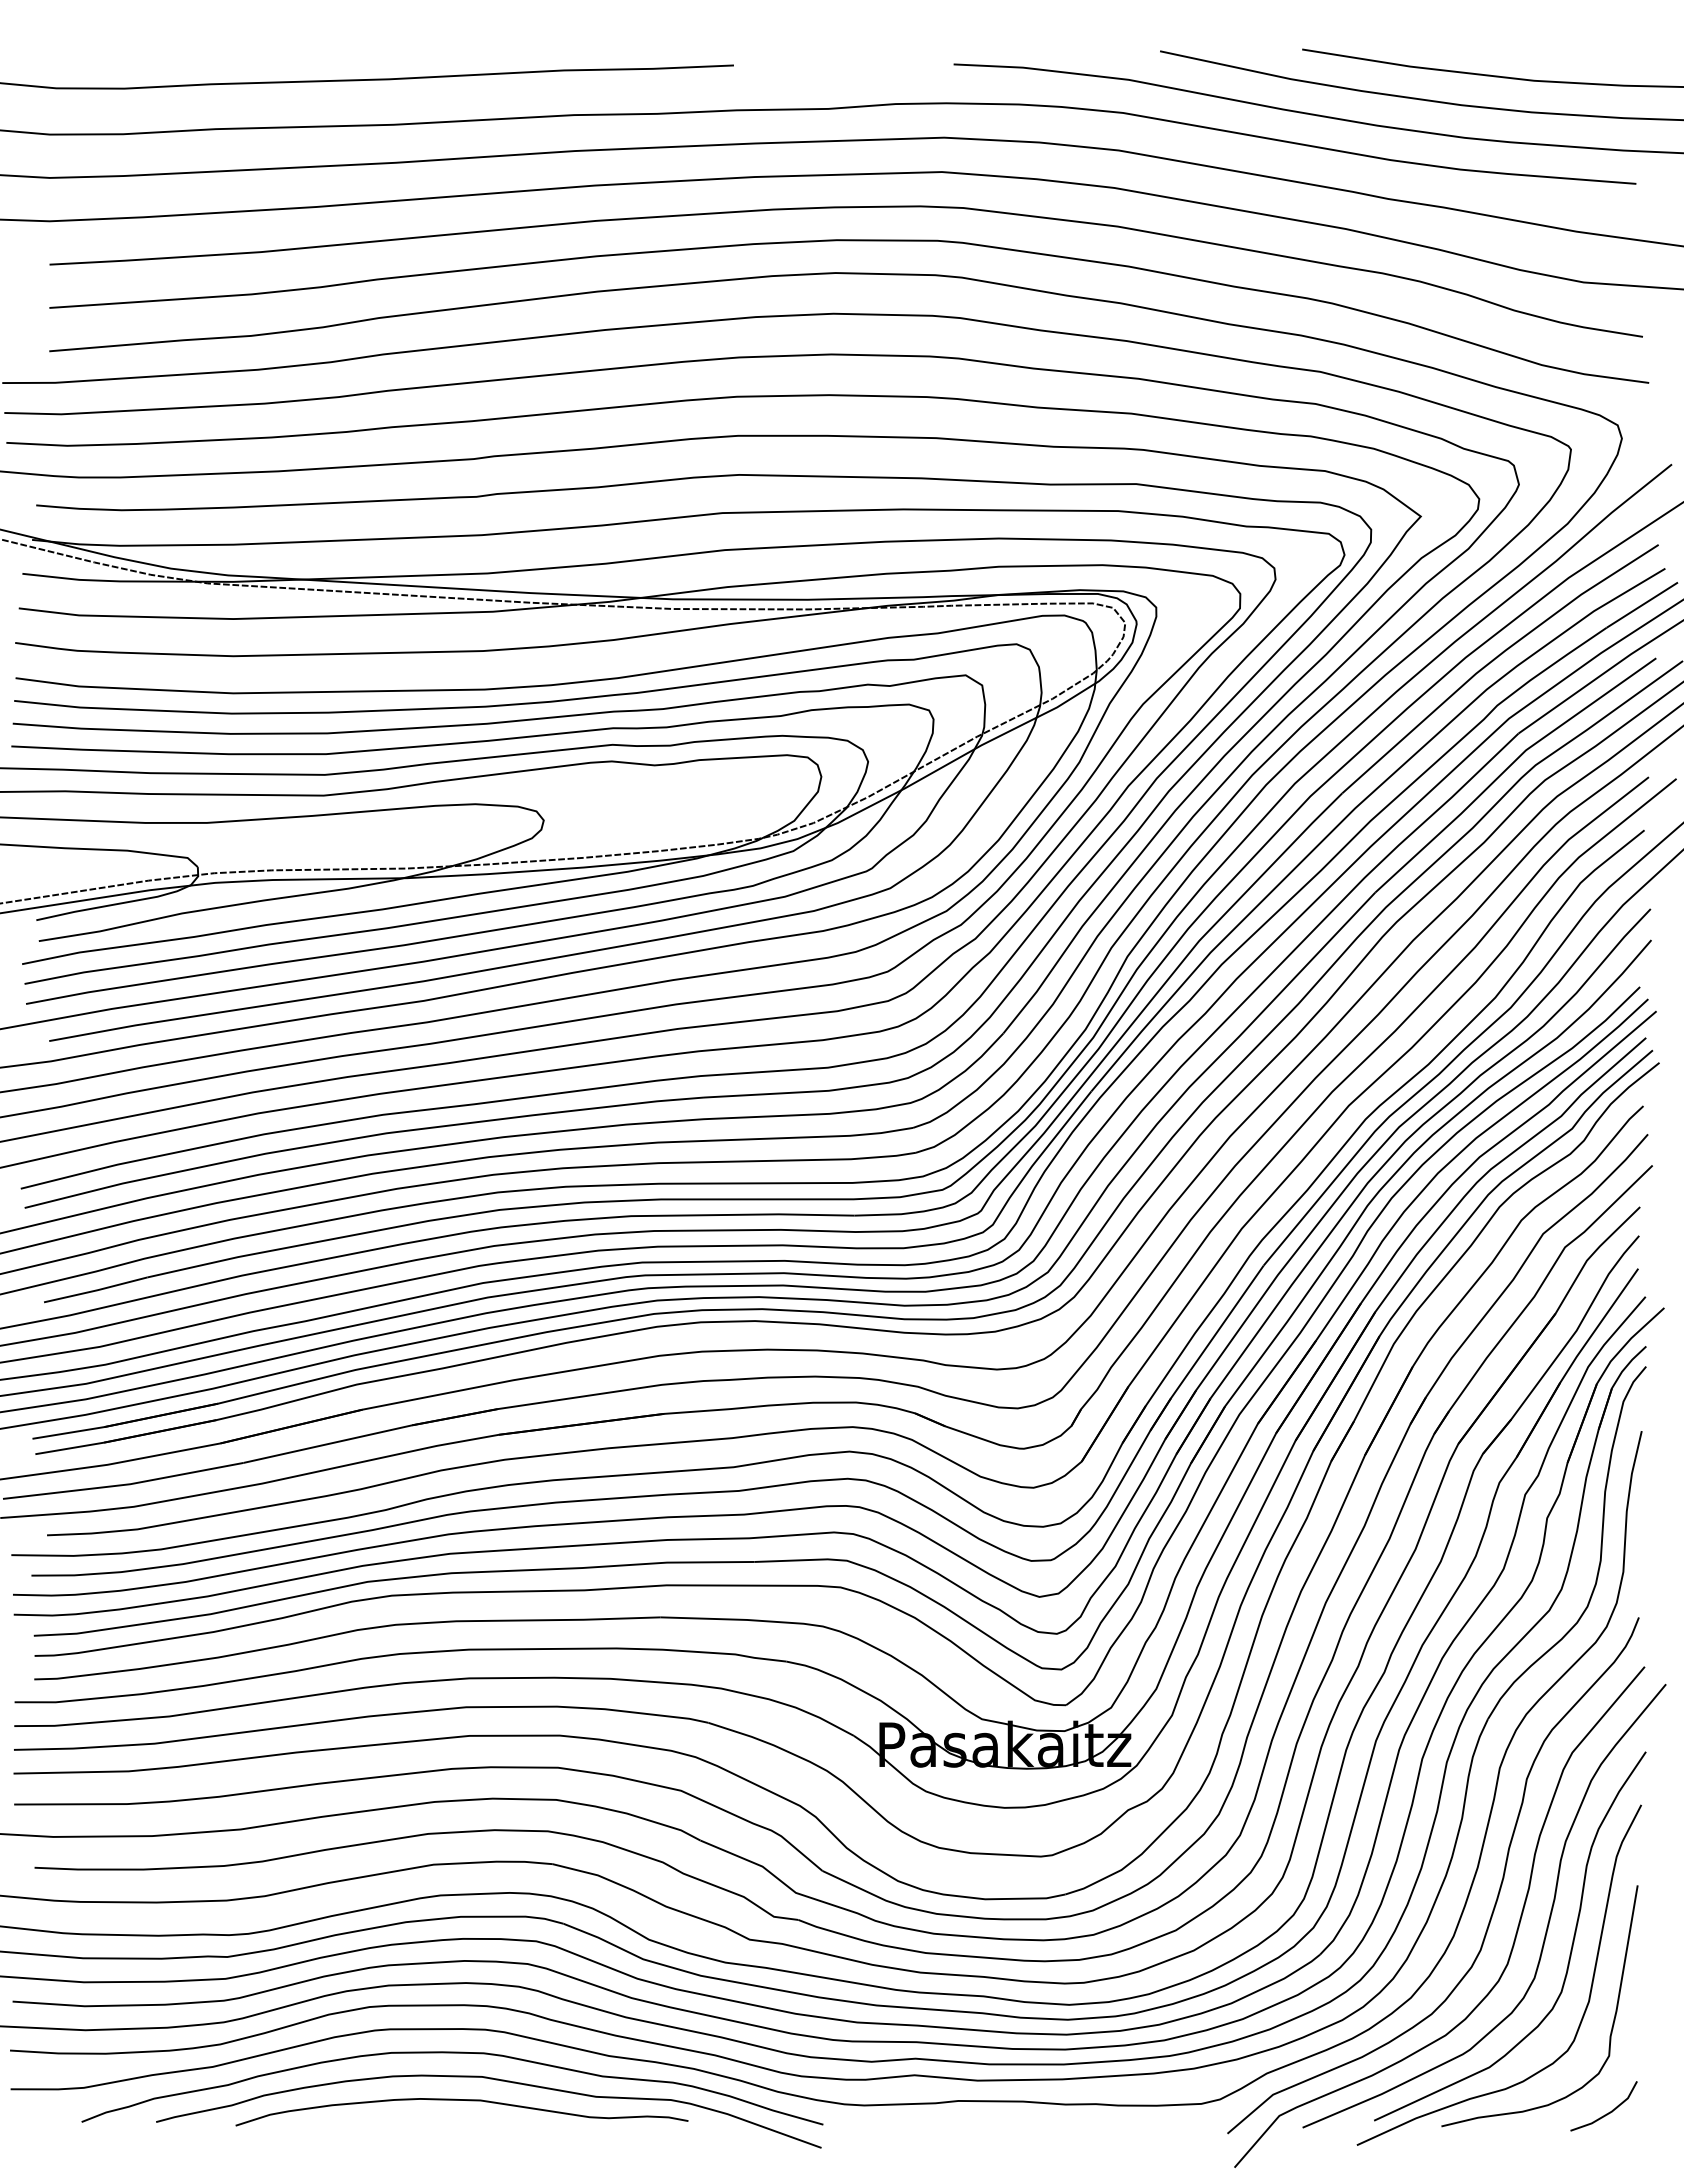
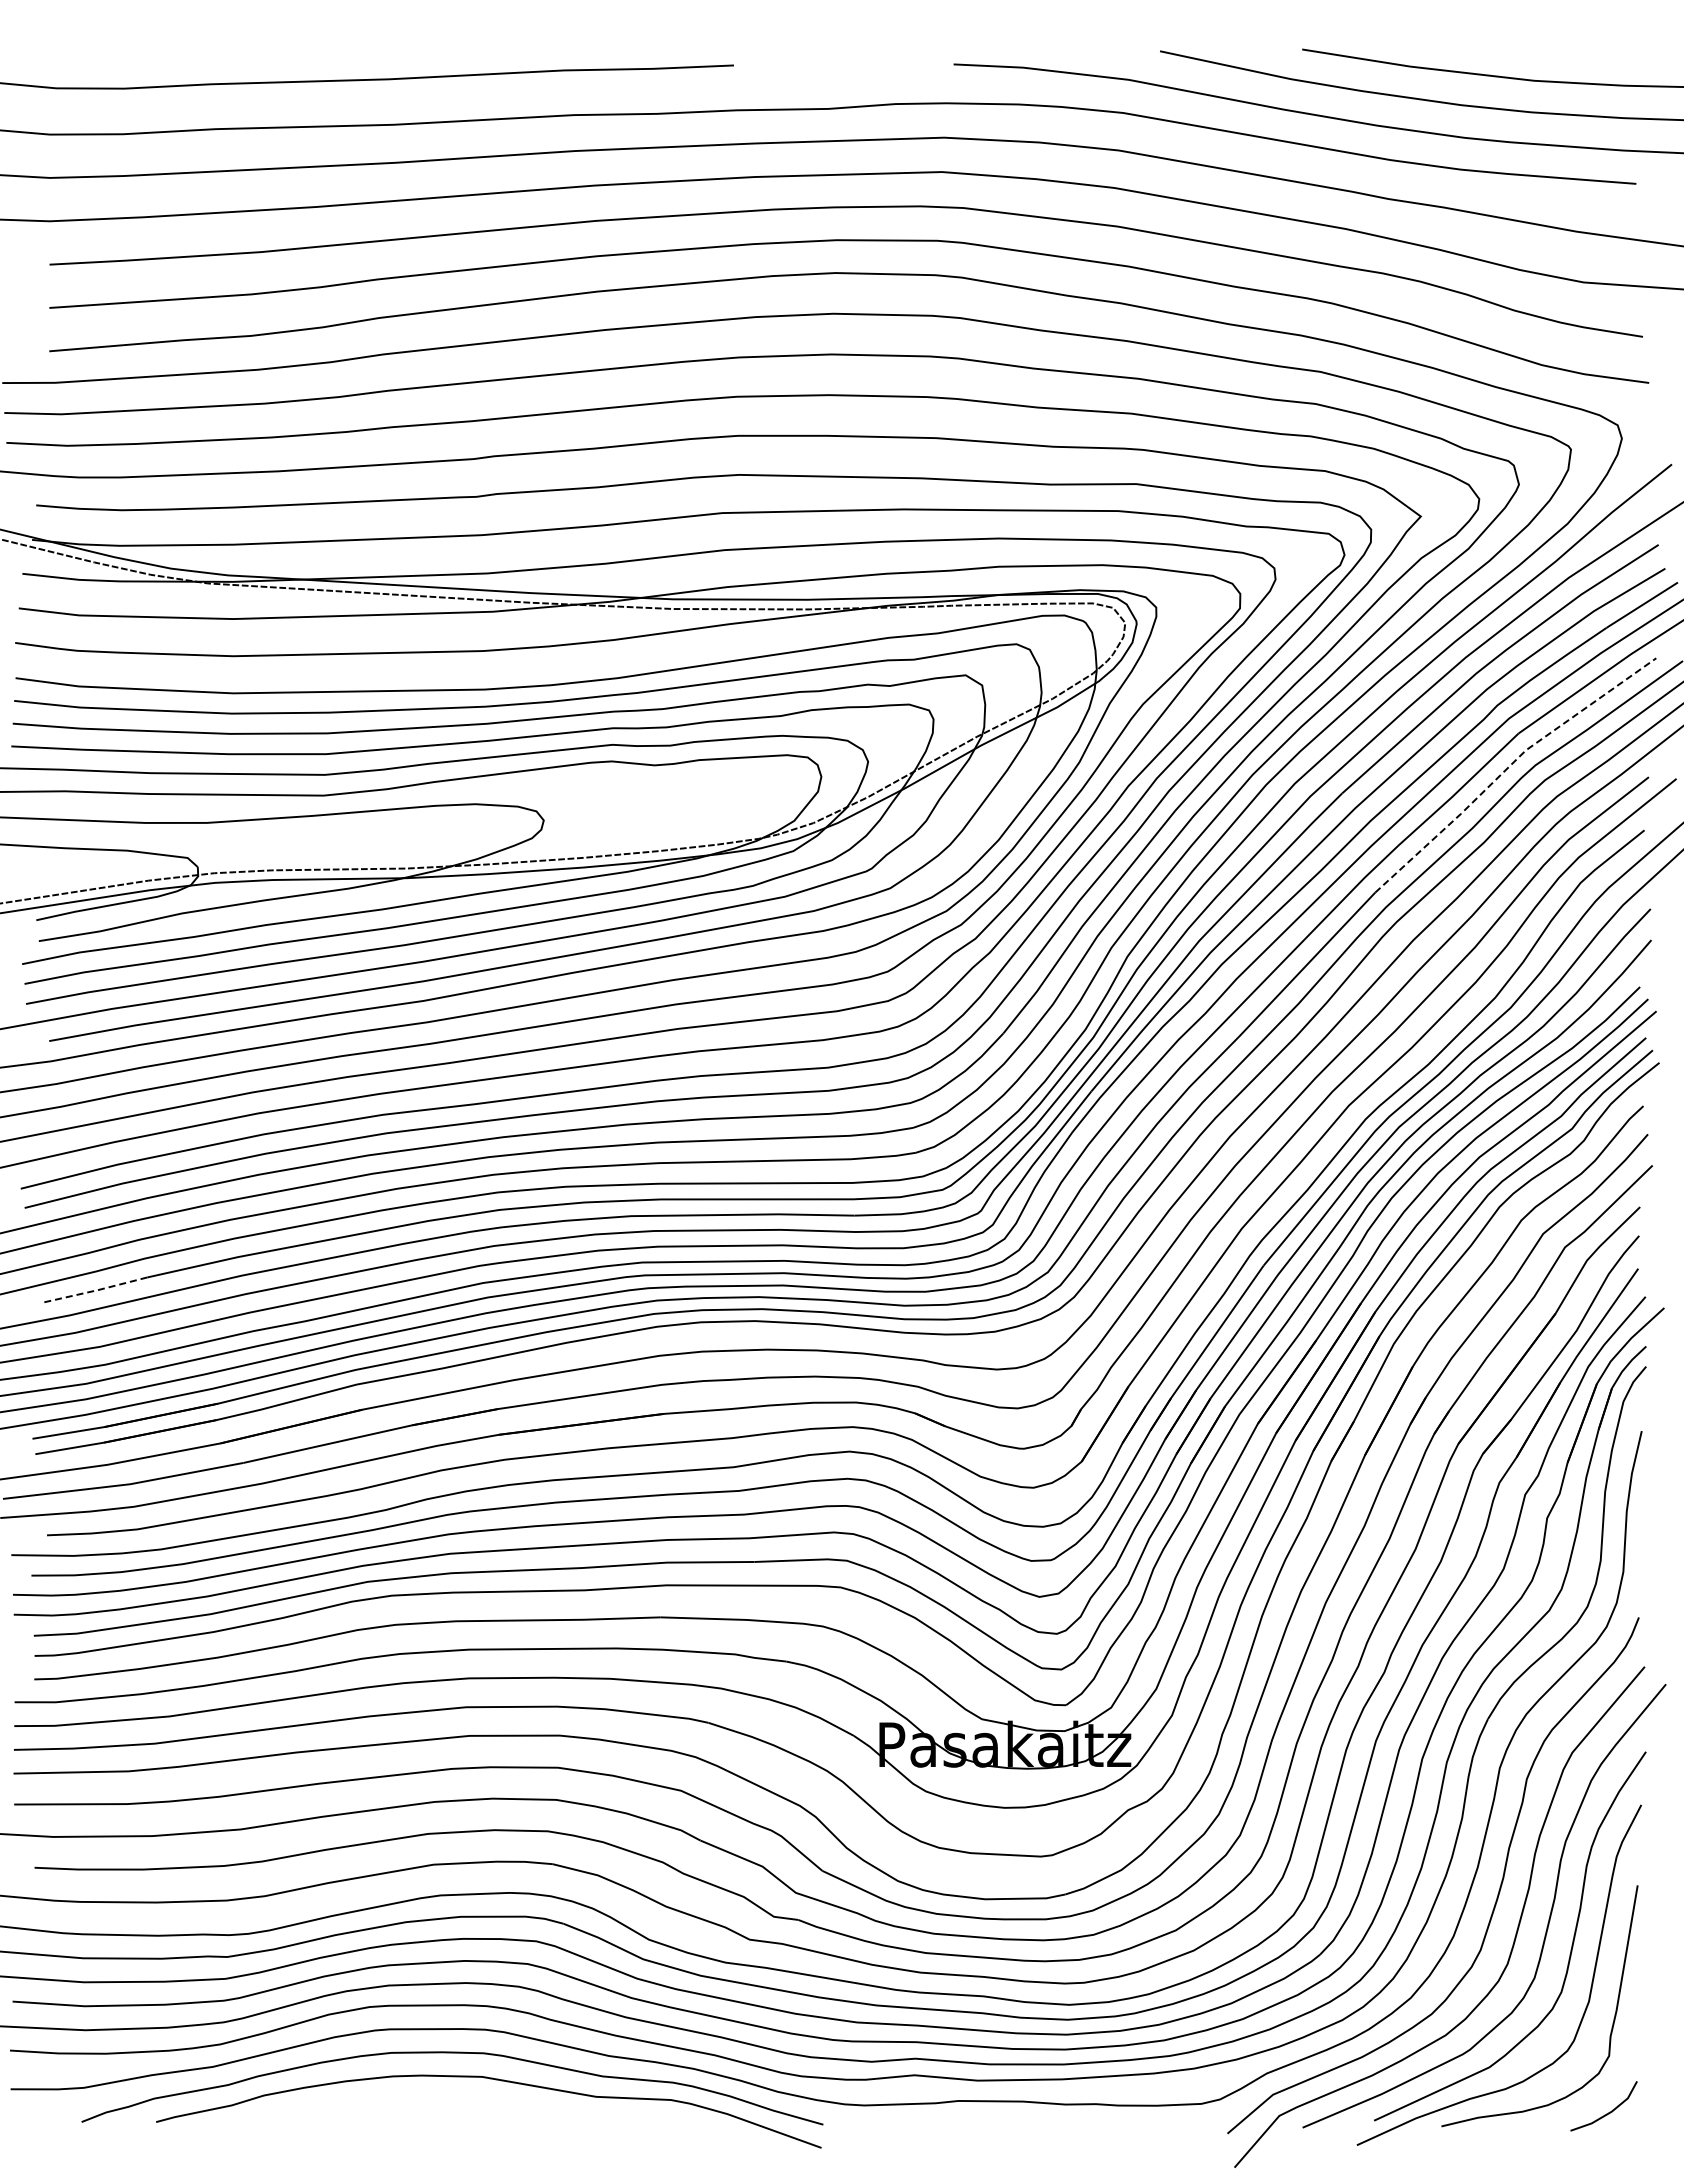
line at (1508, 767): solid -> dashed
line at (96, 1290): solid -> dashed
curve at (461, 2100): present -> none
